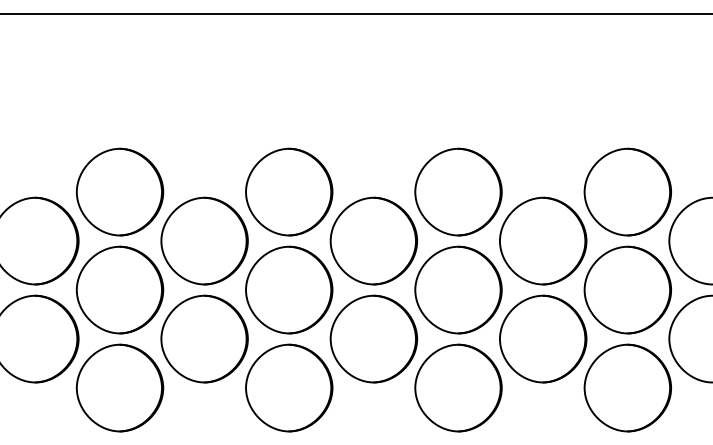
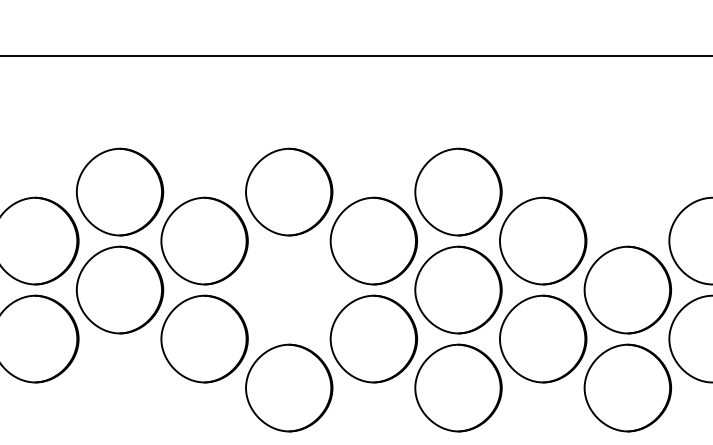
line at (355, 13) position: (355, 13) -> (355, 55)
part at (627, 191): present -> none
part at (289, 289): present -> none
part at (120, 387): present -> none
